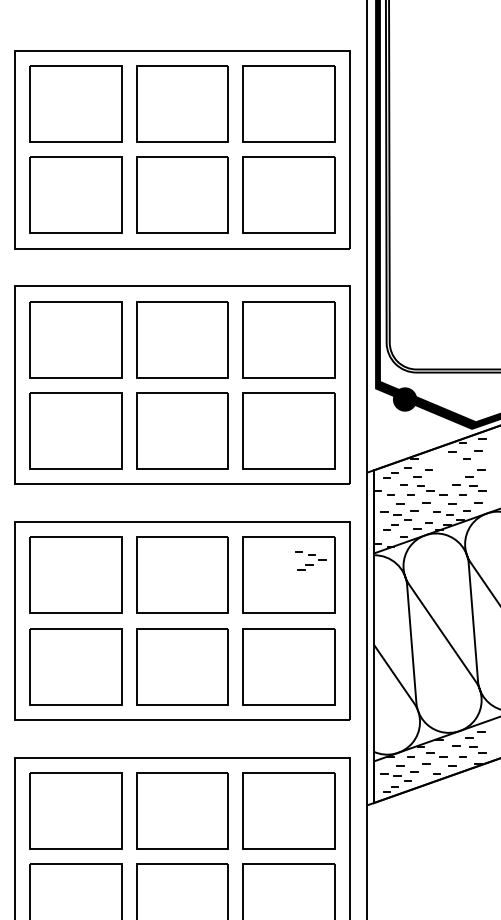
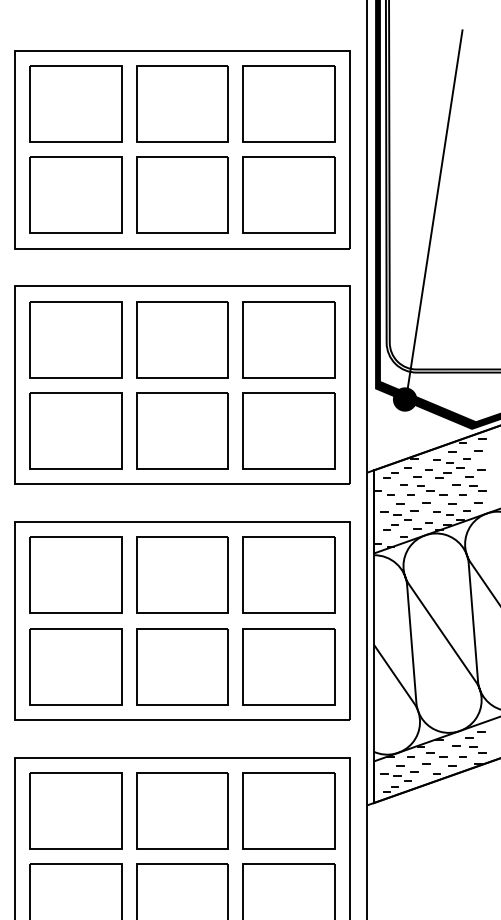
line at (434, 214): none -> present
part at (310, 560) position: (310, 560) -> (448, 468)
